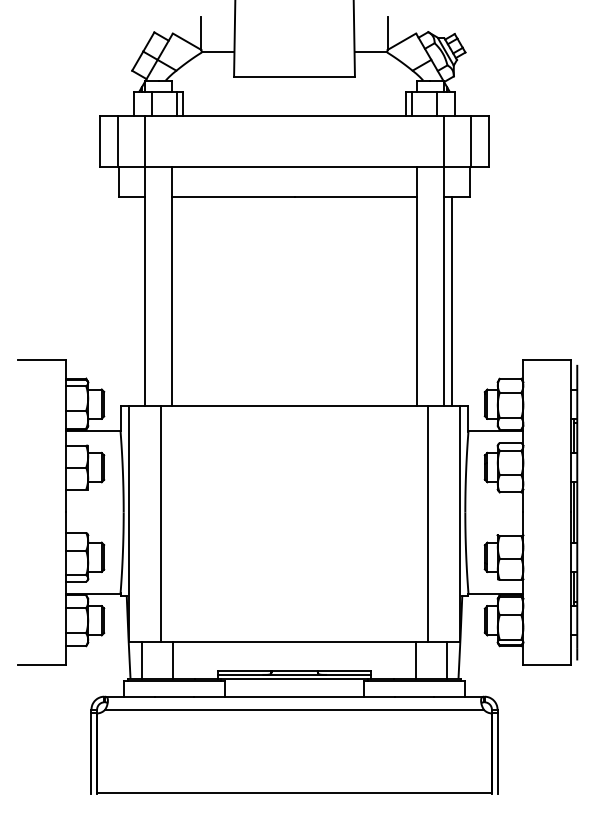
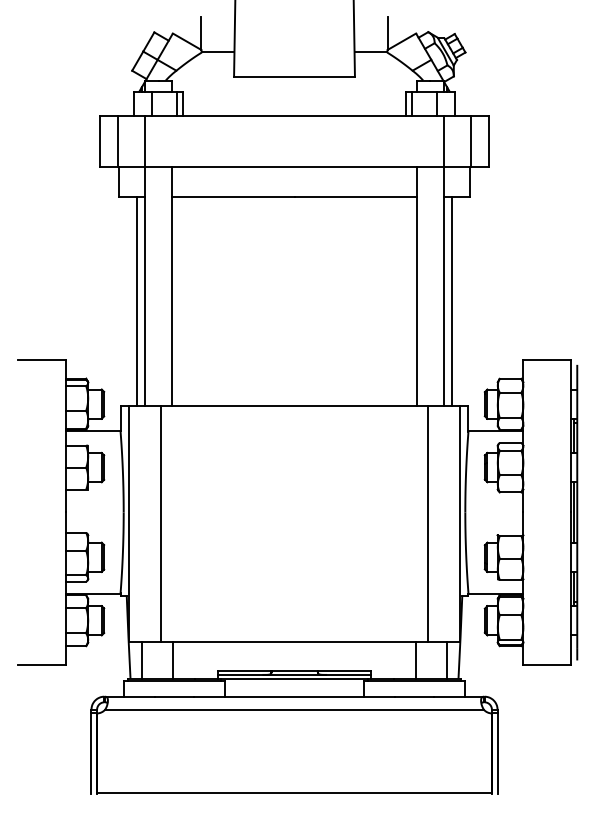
line at (136, 301): none -> present
